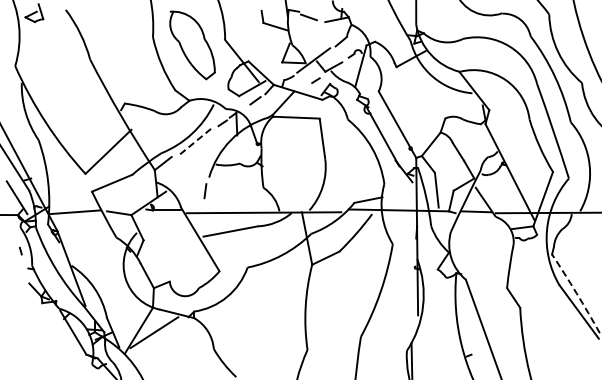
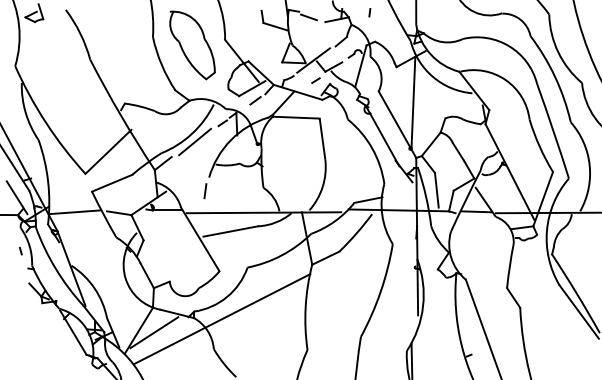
line at (369, 12): none -> present
line at (413, 102): none -> present
line at (195, 142): dashed -> solid
arc at (576, 293): dashed -> solid
line at (222, 319): none -> present
